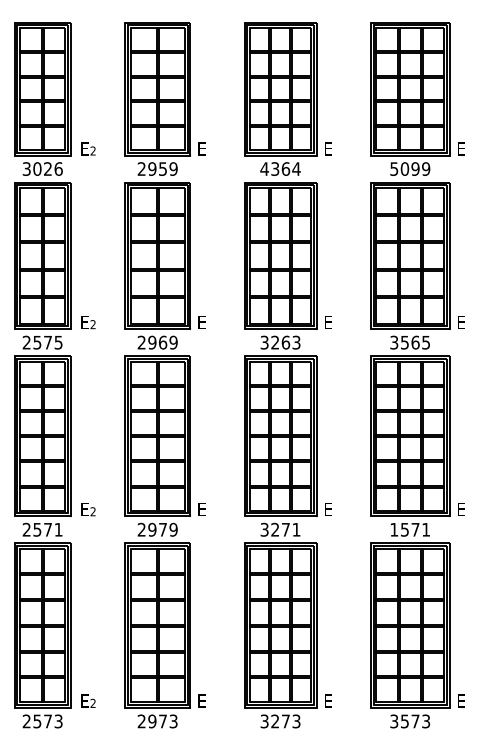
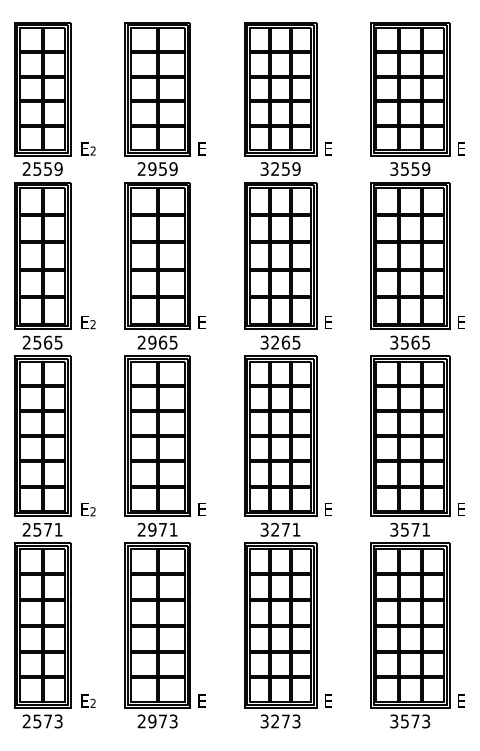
text at (42, 168): 3026 -> 2559
text at (280, 168): 4364 -> 3259
text at (404, 168): 5099 -> 3559
text at (296, 341): 3263 -> 3265
text at (48, 342): 2575 -> 2565
text at (173, 342): 2969 -> 2965
text at (173, 529): 2979 -> 2971
text at (394, 529): 1571 -> 3571
